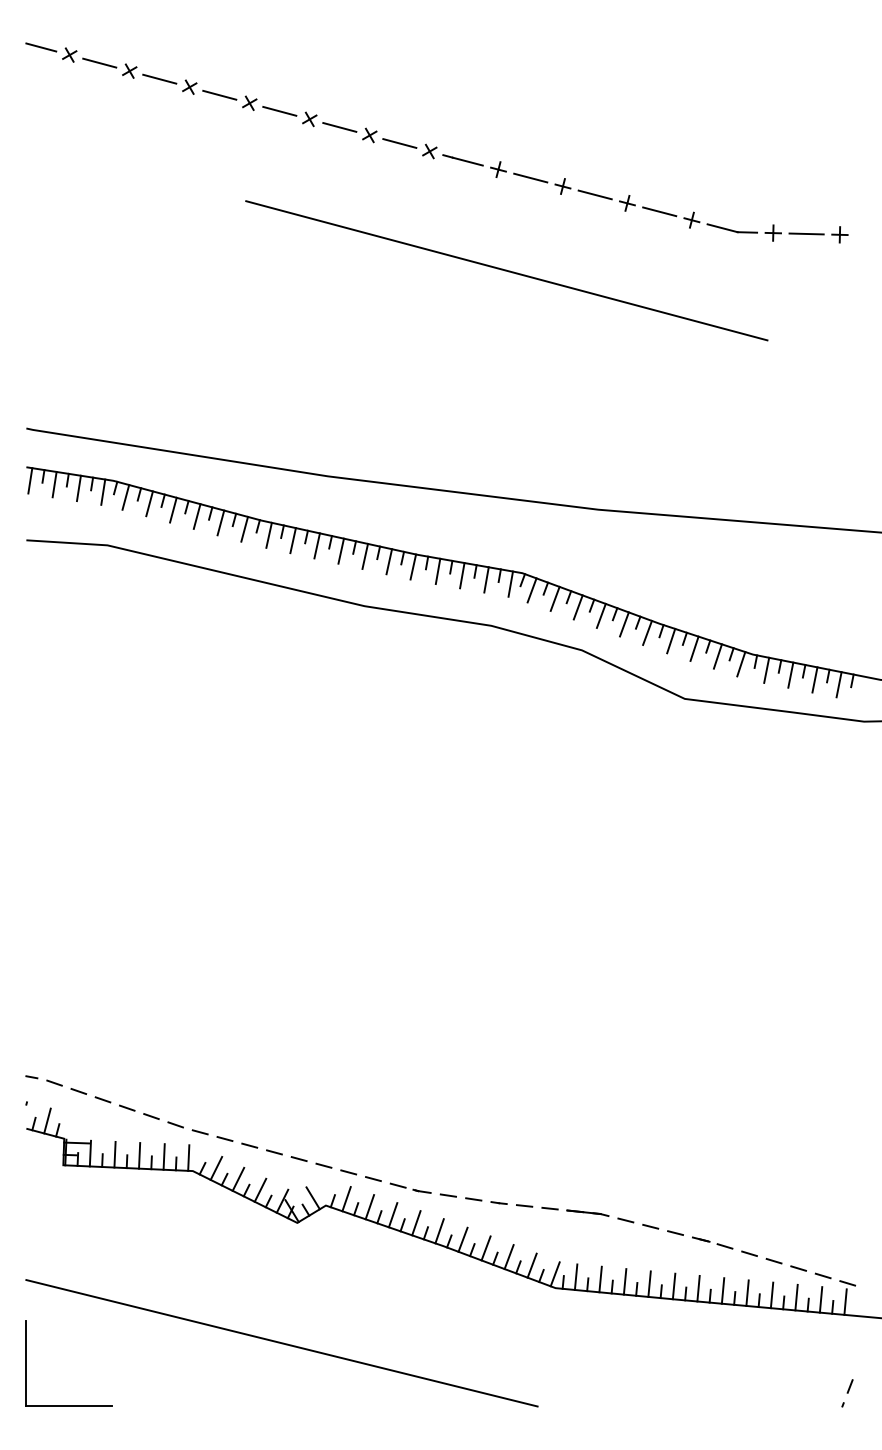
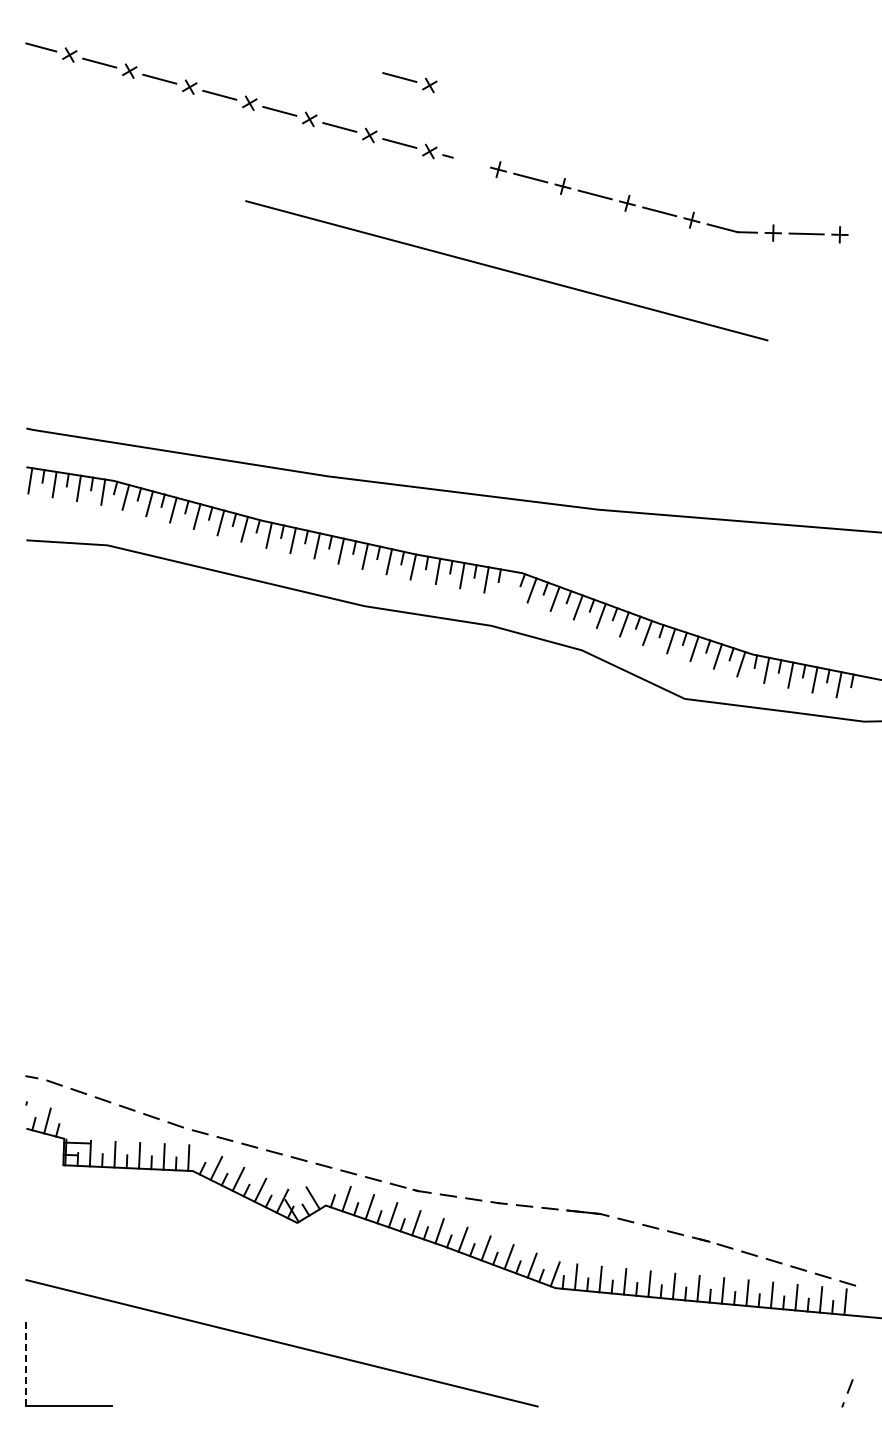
part at (409, 82): none -> present
line at (467, 161): present -> none
line at (510, 583): present -> none
line at (26, 1363): solid -> dashed
